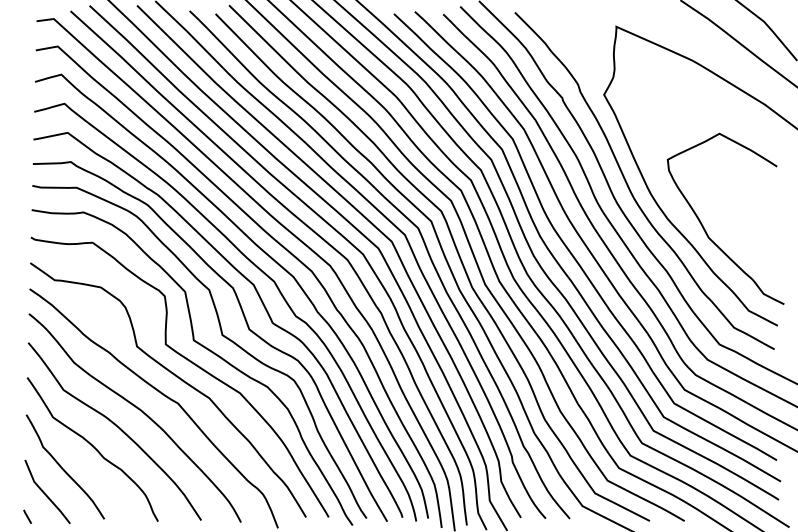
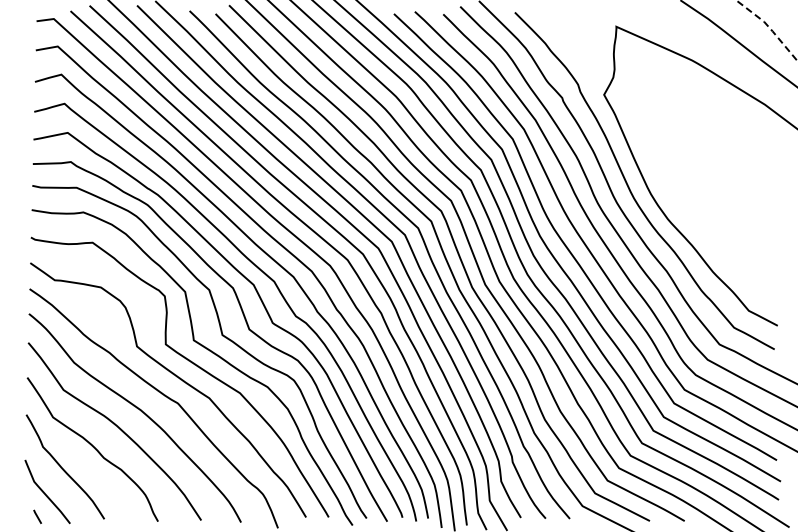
line at (769, 27): solid -> dashed
curve at (705, 229): present -> none
line at (27, 516) position: (27, 516) -> (37, 516)
